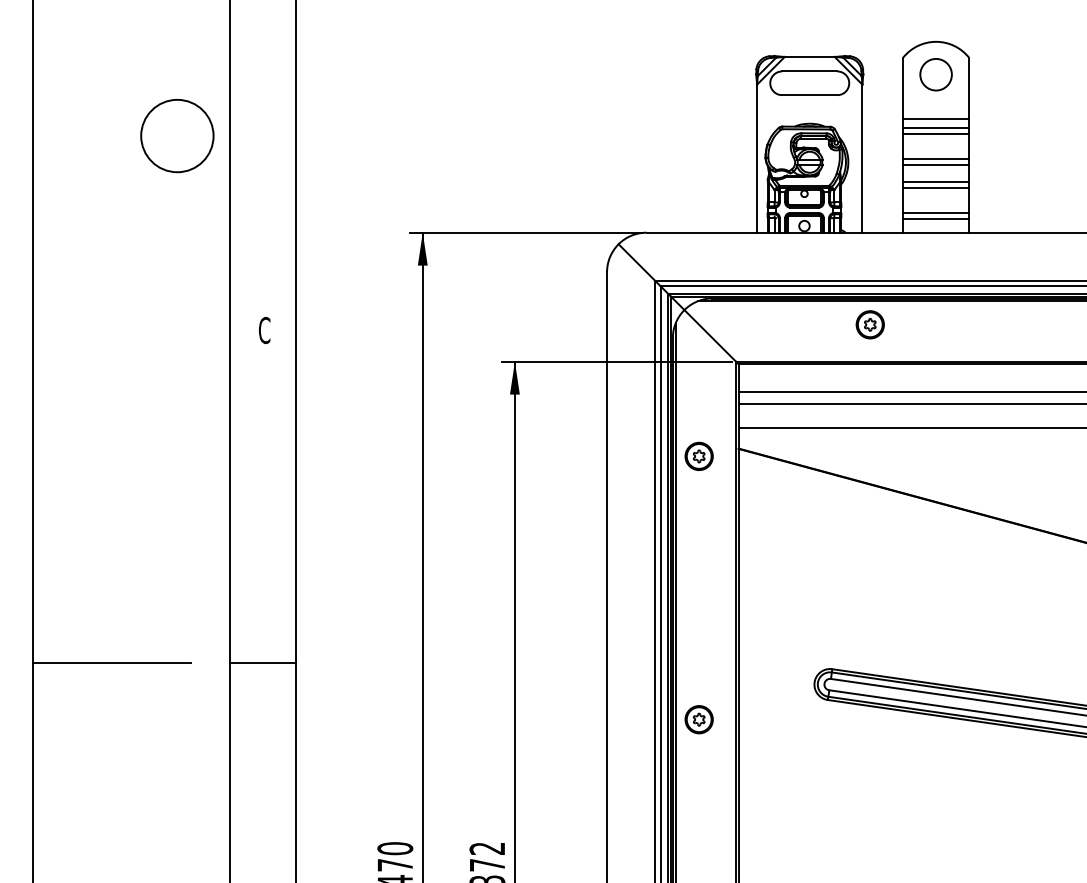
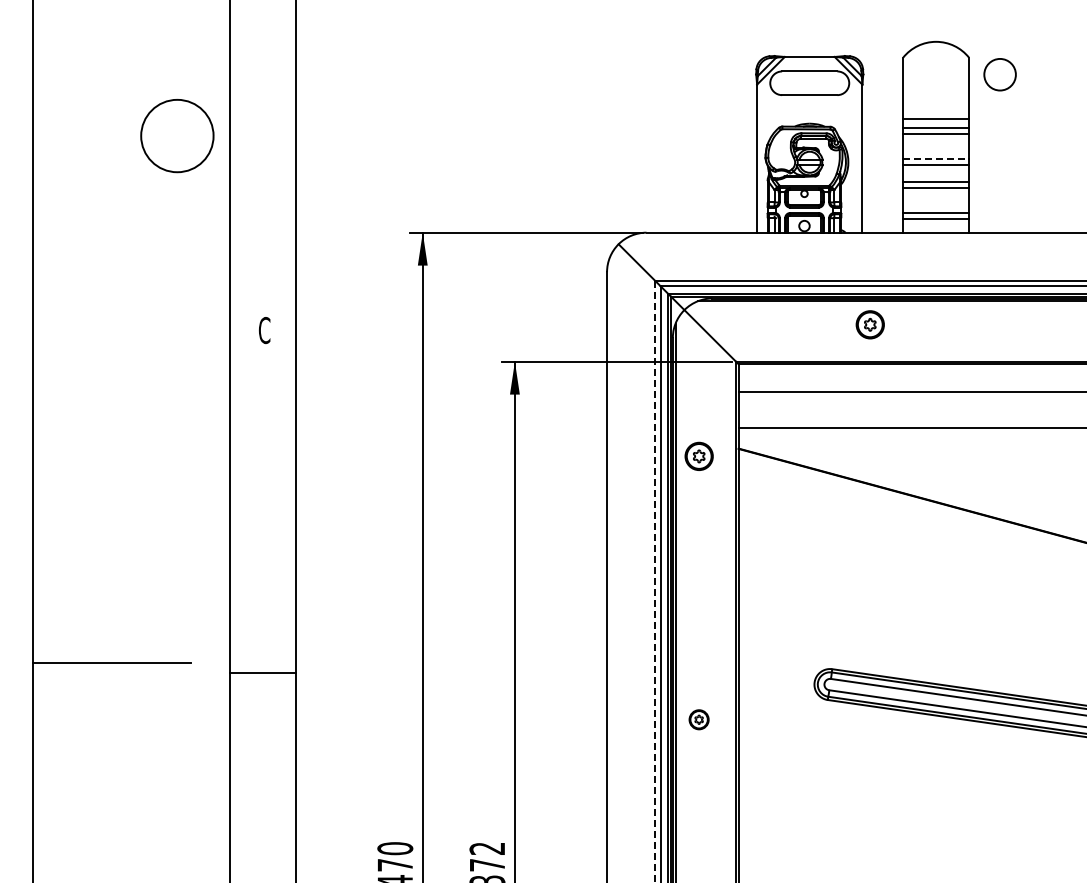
circle at (935, 74) position: (935, 74) -> (999, 74)
line at (936, 158): solid -> dashed
line at (910, 403): present -> none
line at (655, 581): solid -> dashed
line at (262, 662) position: (262, 662) -> (262, 672)
part at (698, 719) size: 30x30 px -> 22x22 px
